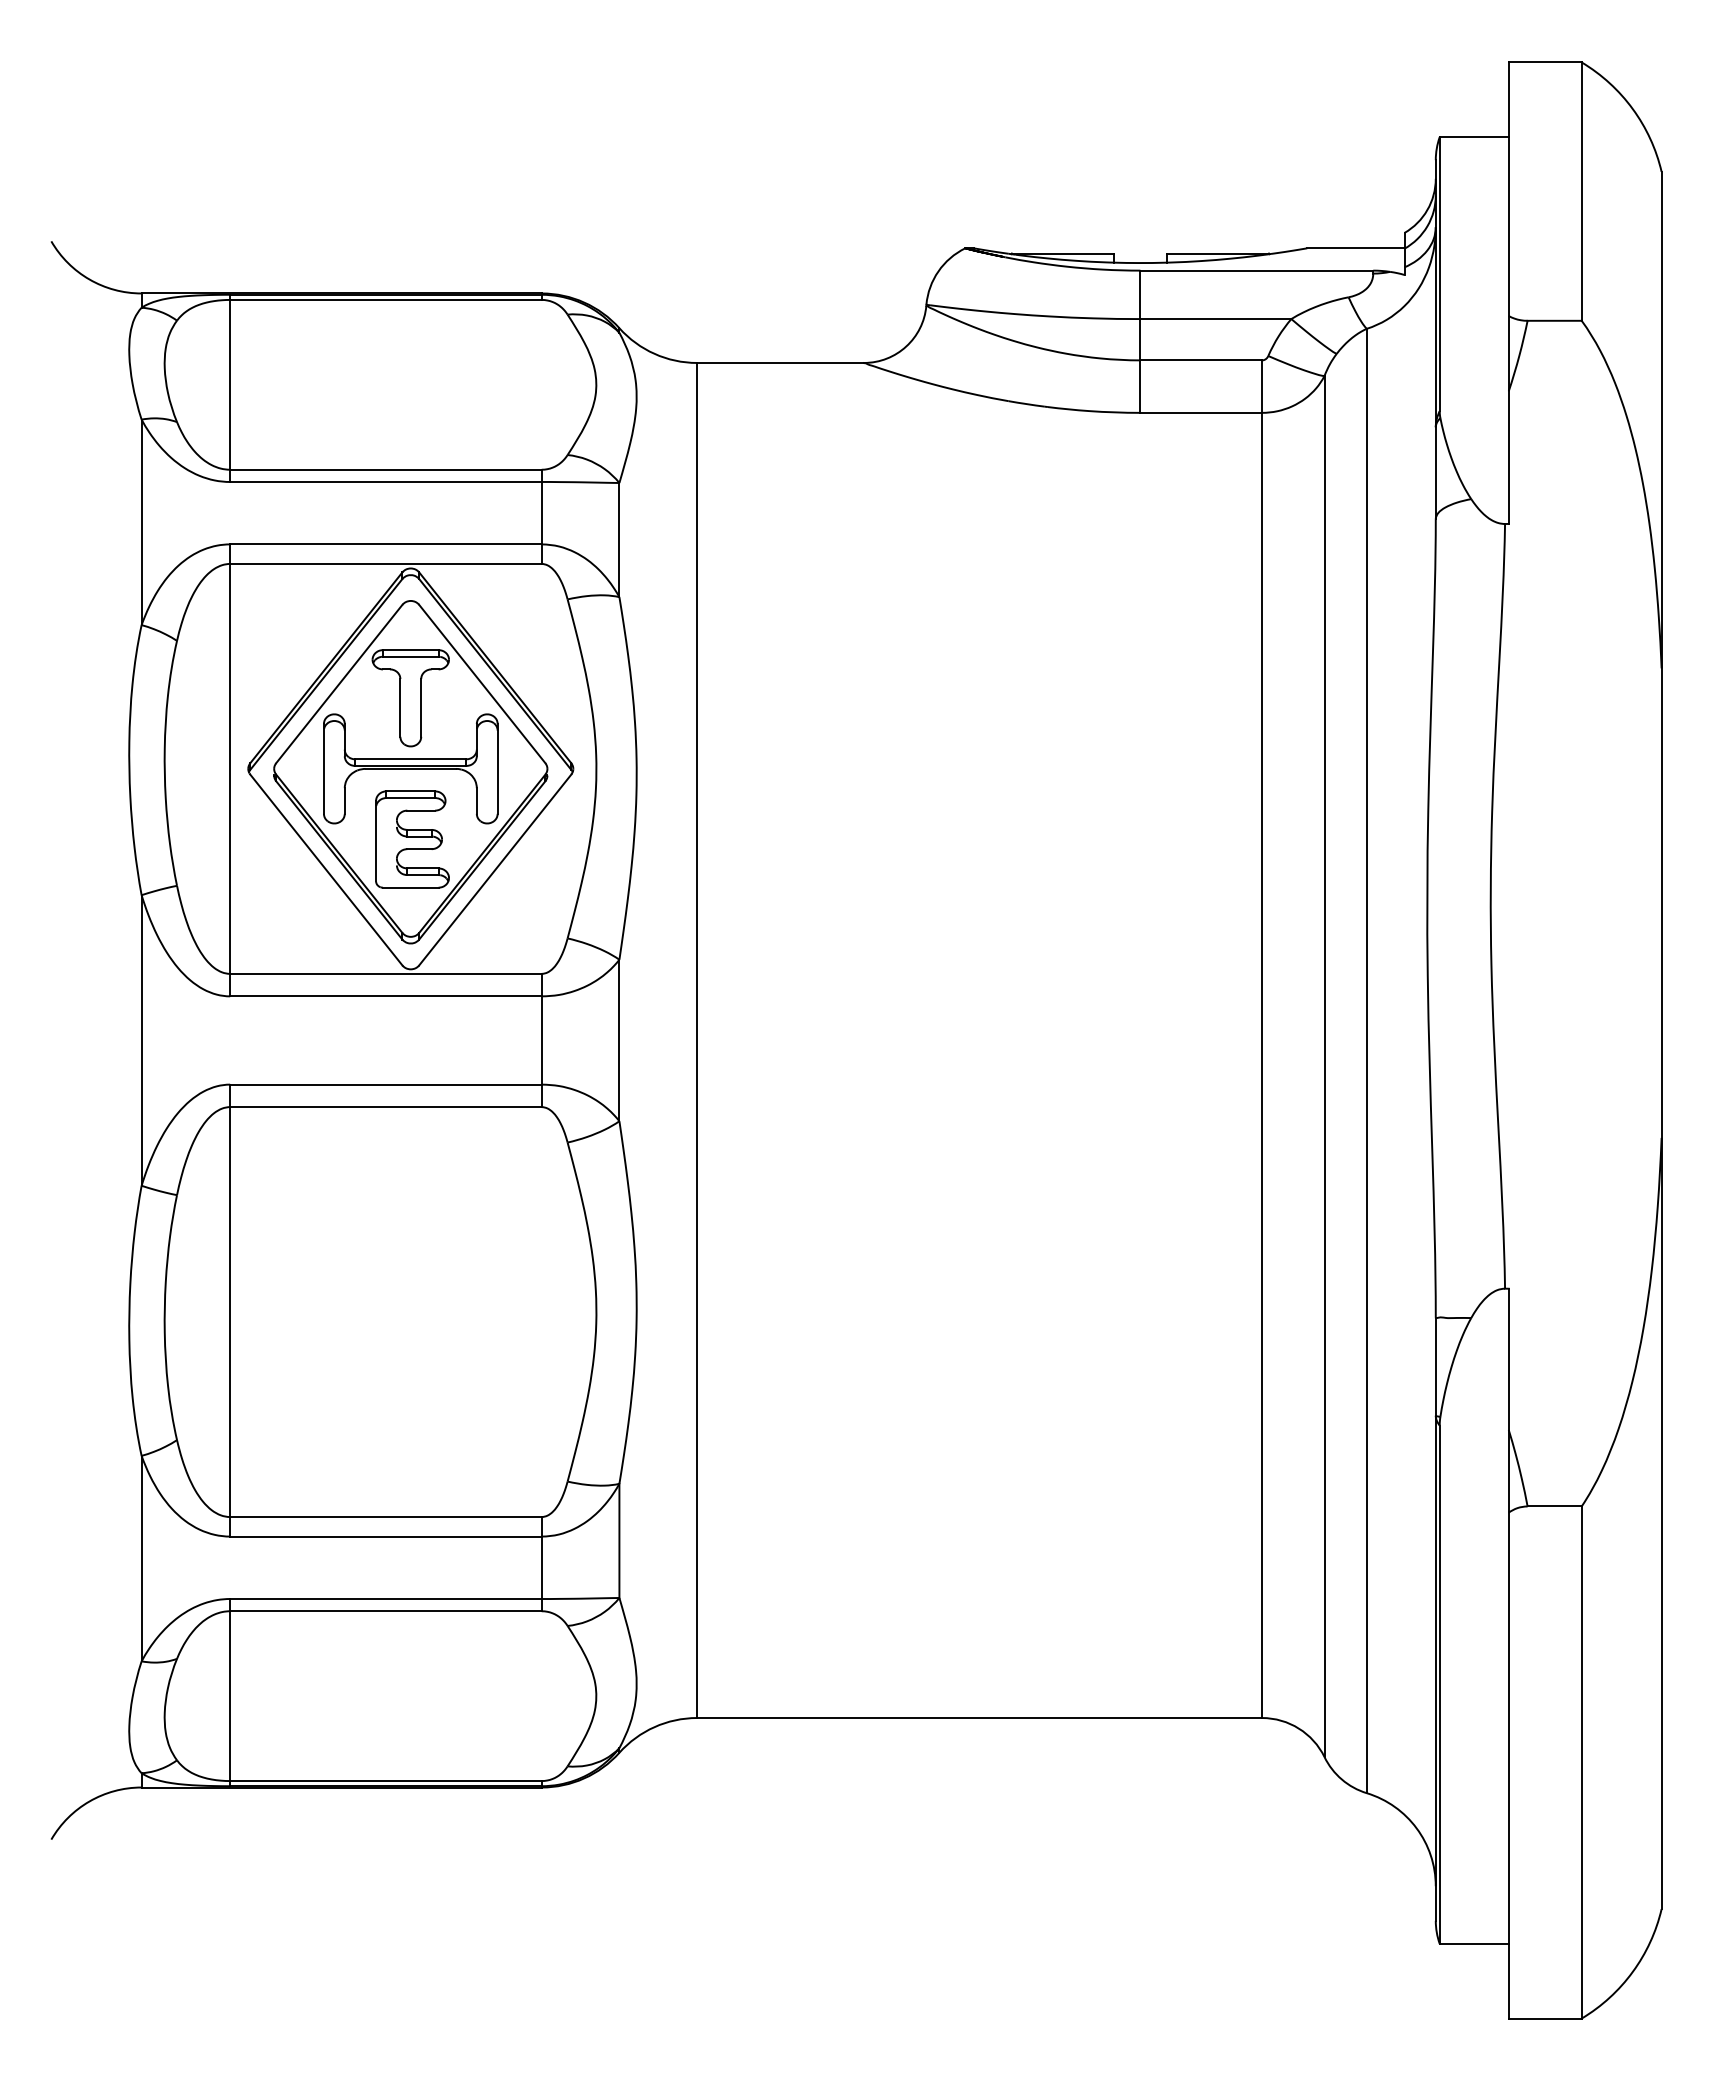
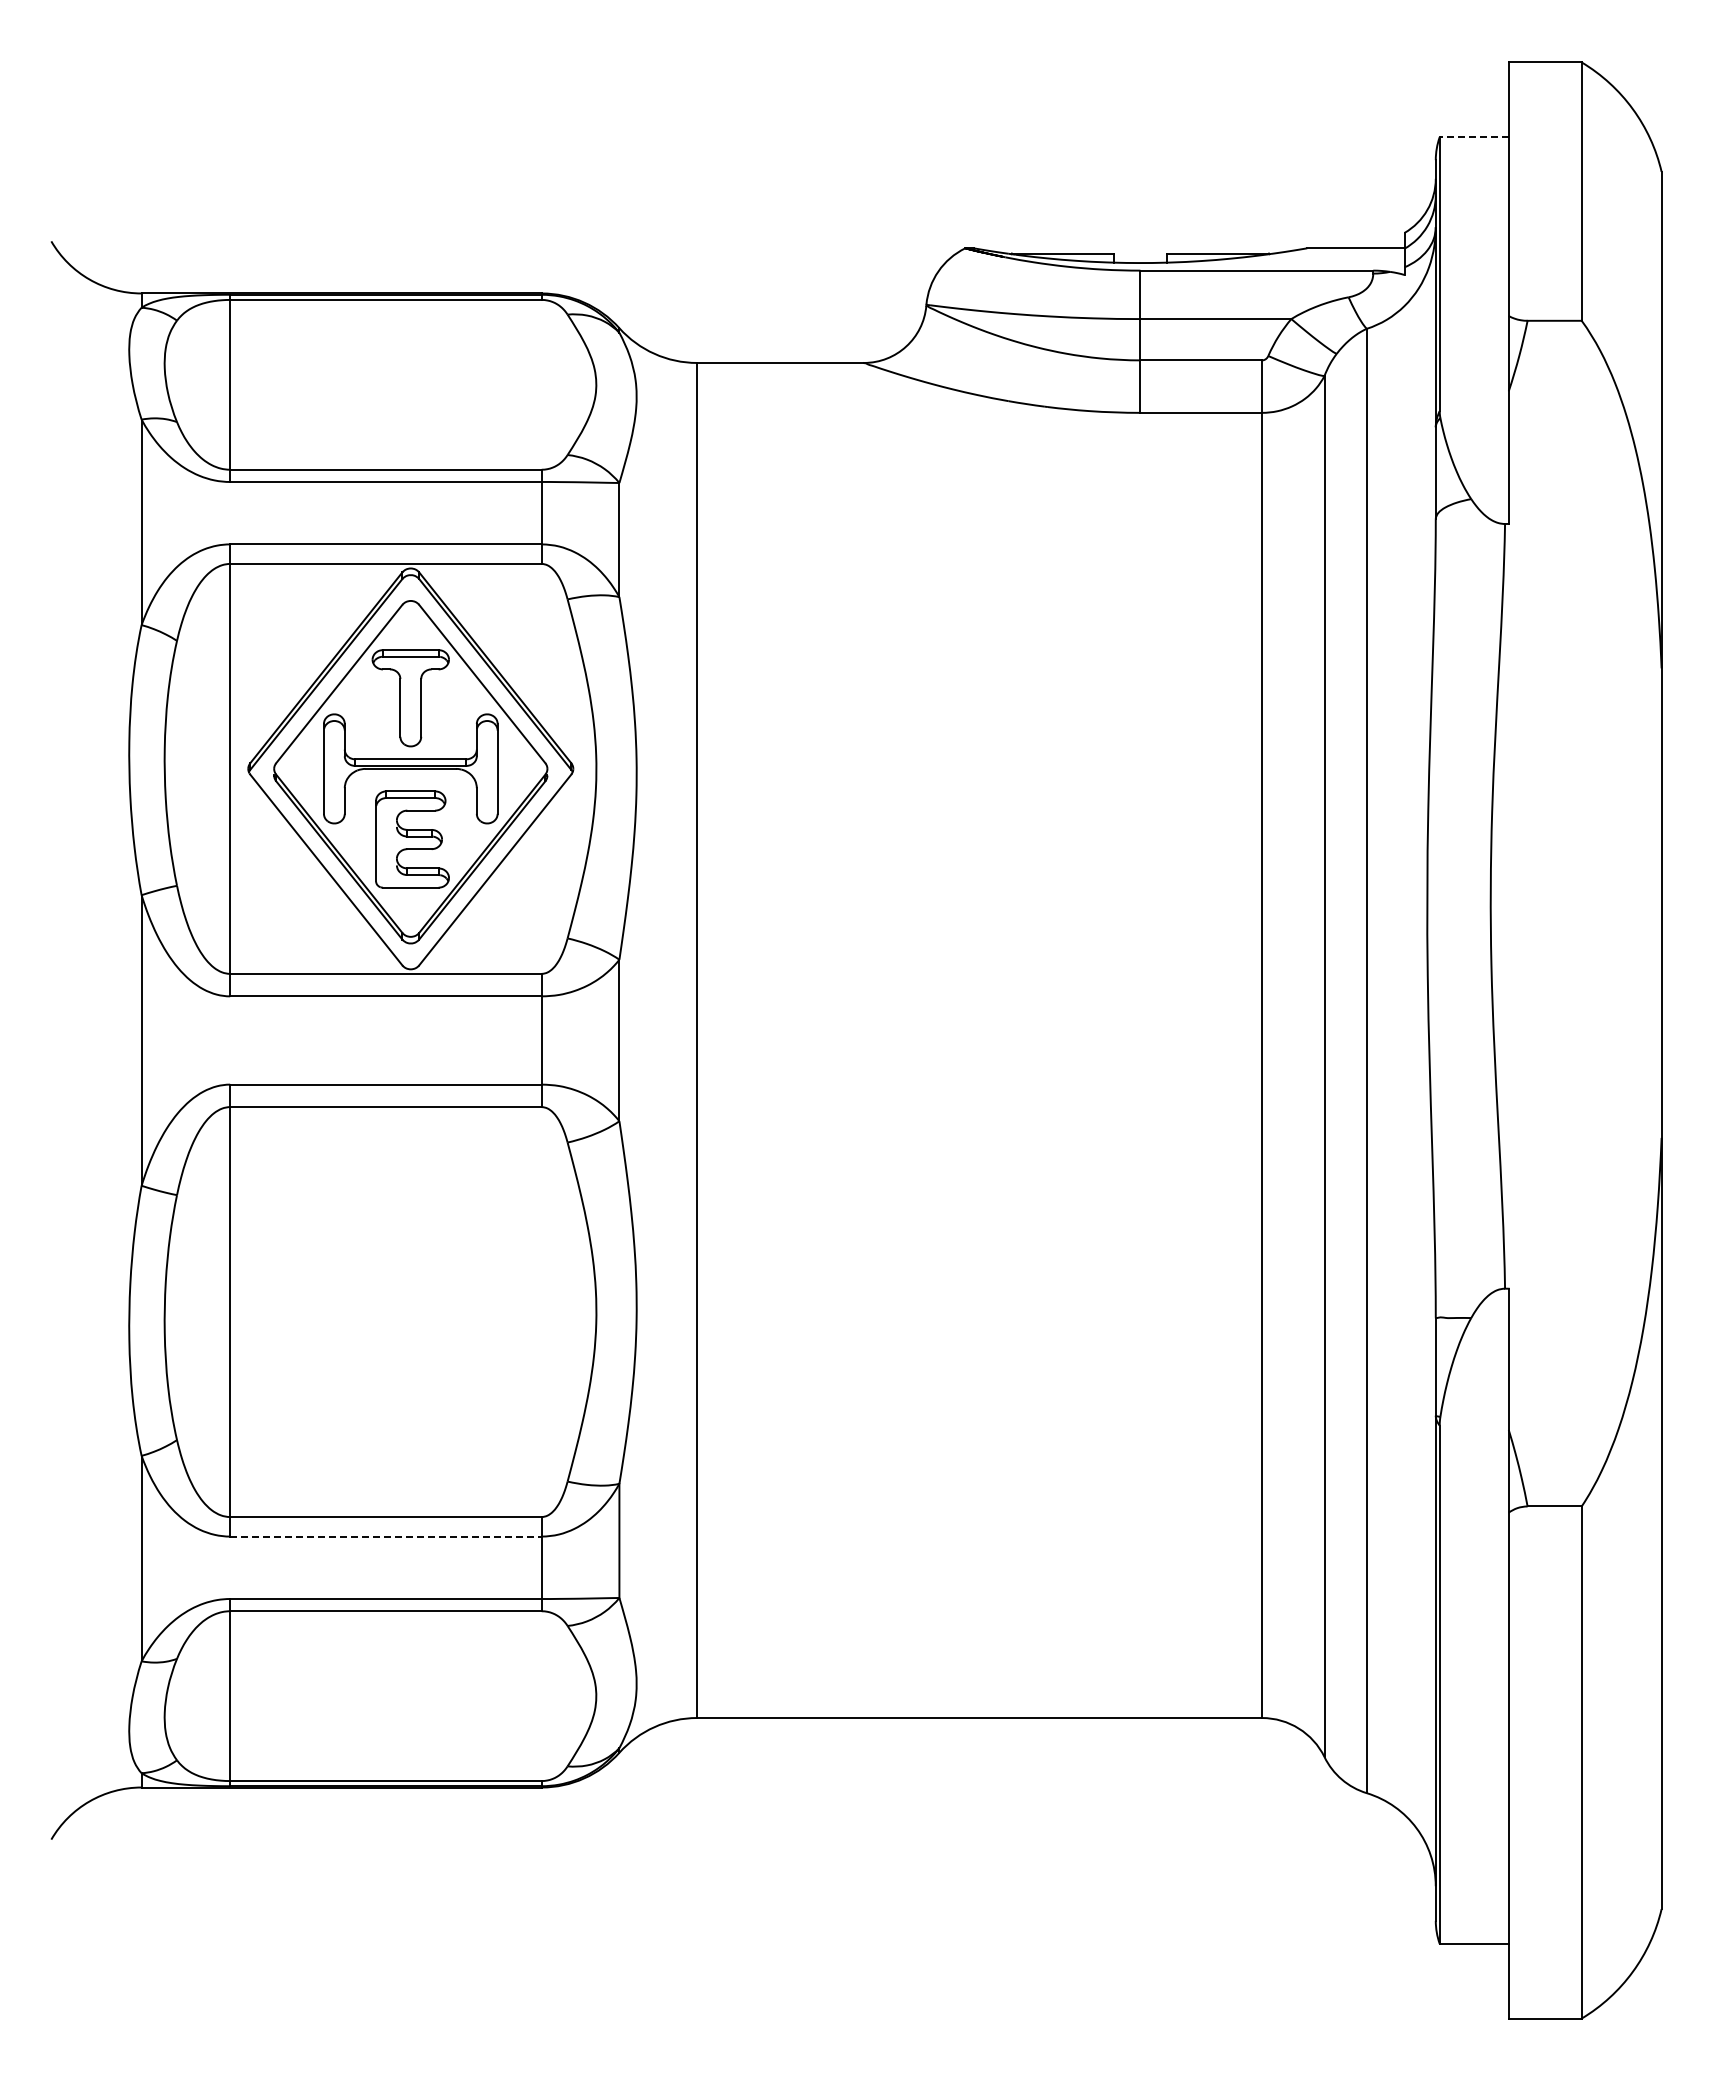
line at (1474, 137): solid -> dashed
line at (385, 1536): solid -> dashed
